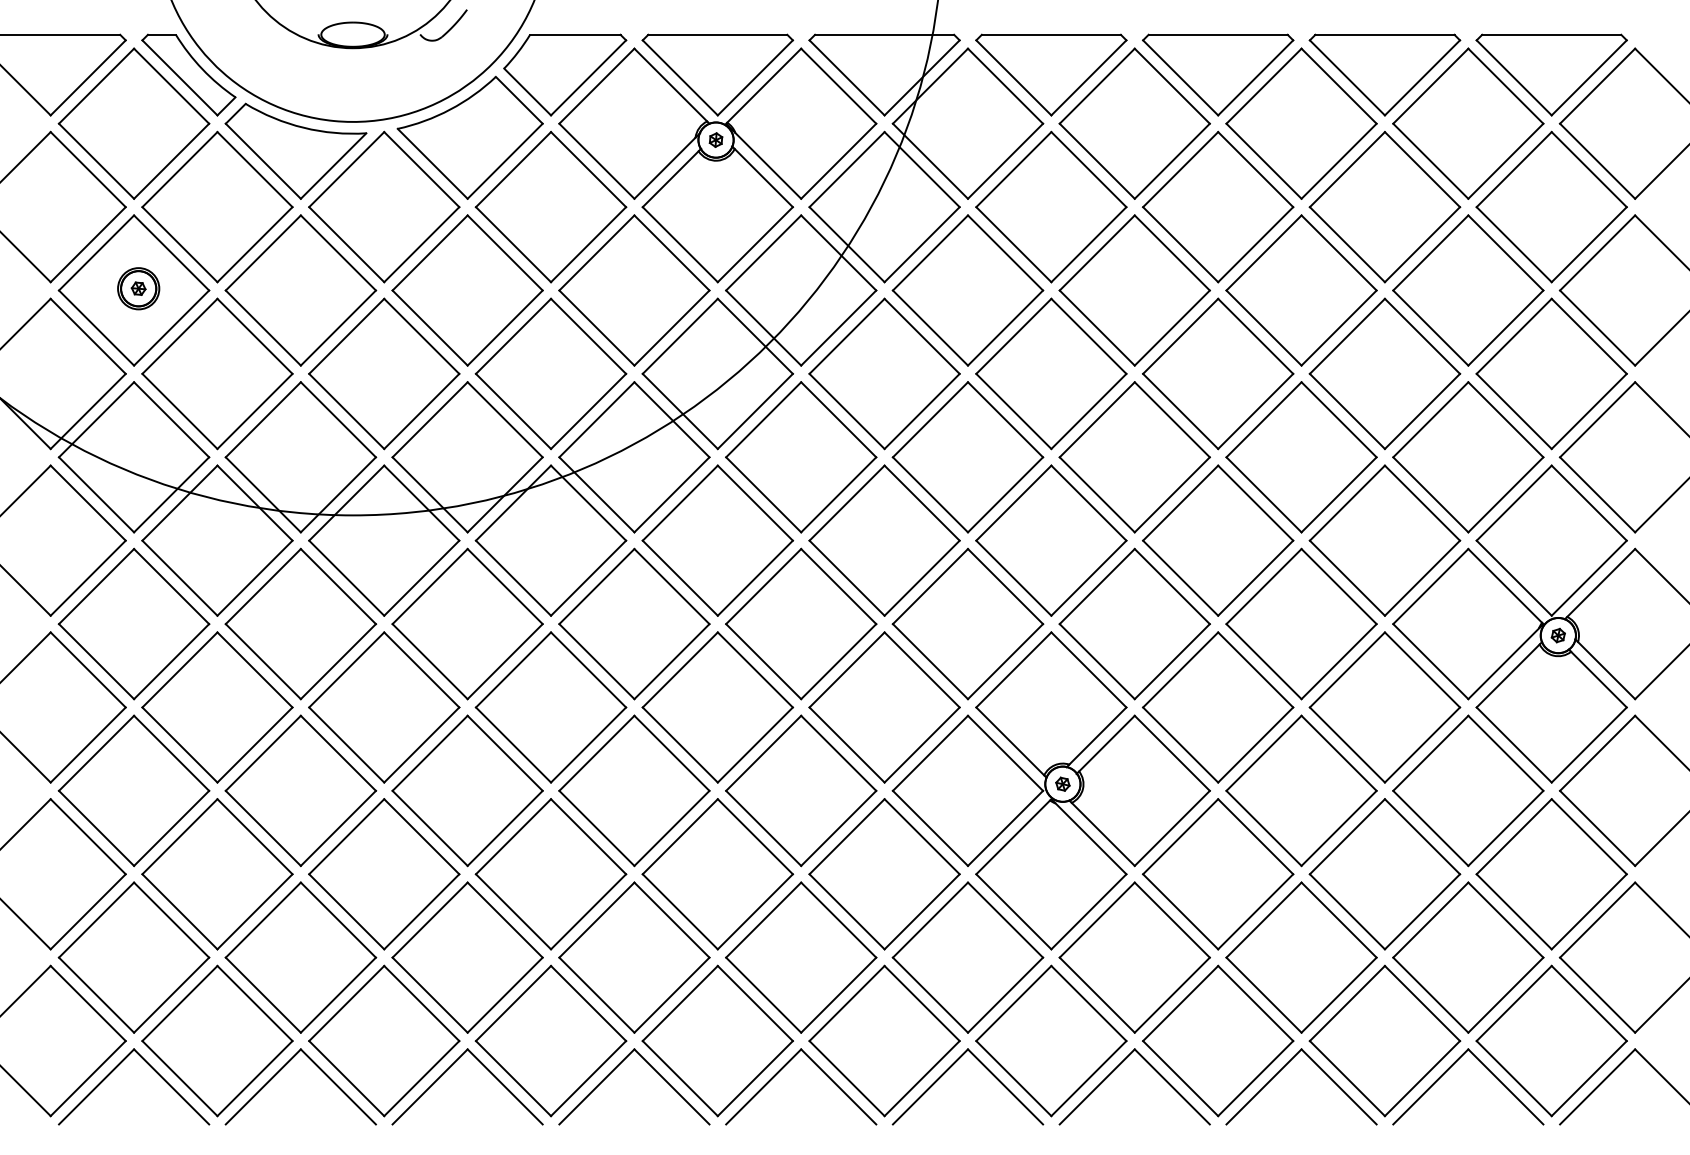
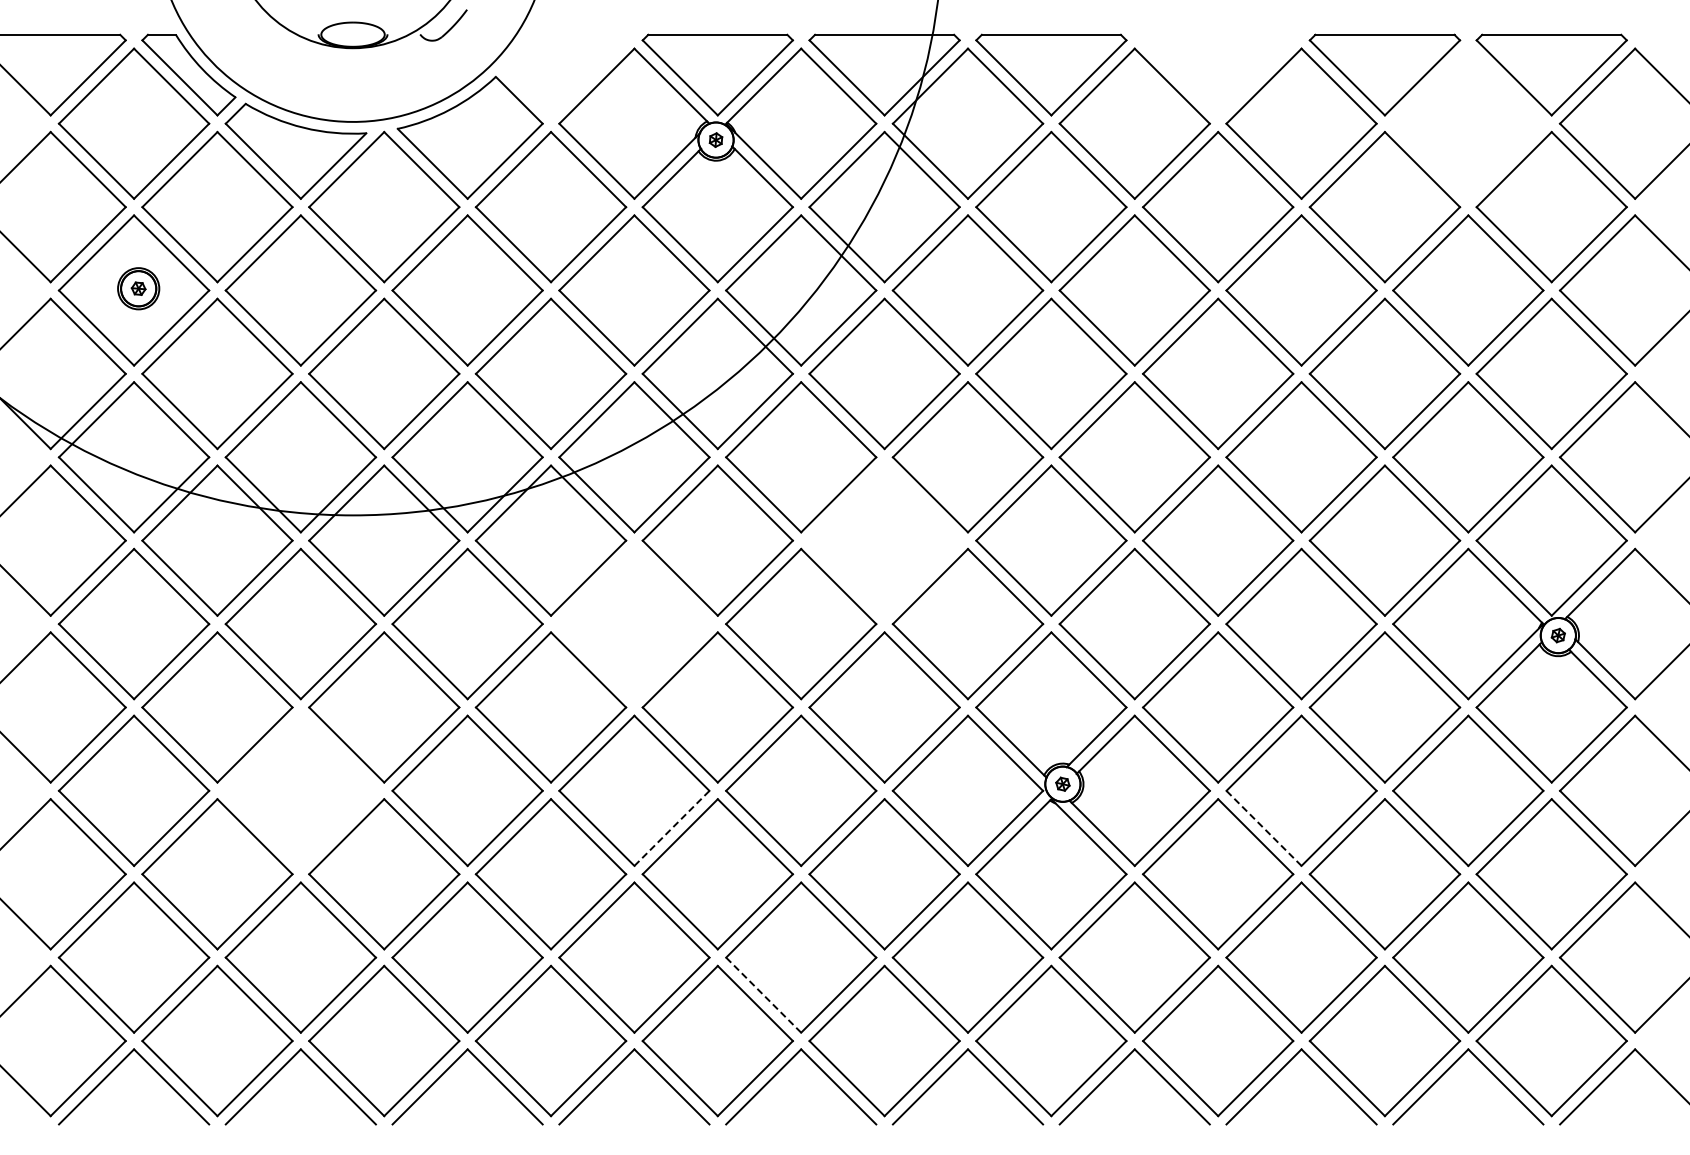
part at (565, 74): present -> none
part at (1218, 74): present -> none
part at (1468, 123): present -> none
part at (884, 540): present -> none
part at (634, 623): present -> none
part at (300, 790): present -> none
line at (672, 828): solid -> dashed
line at (1263, 828): solid -> dashed
line at (763, 994): solid -> dashed
